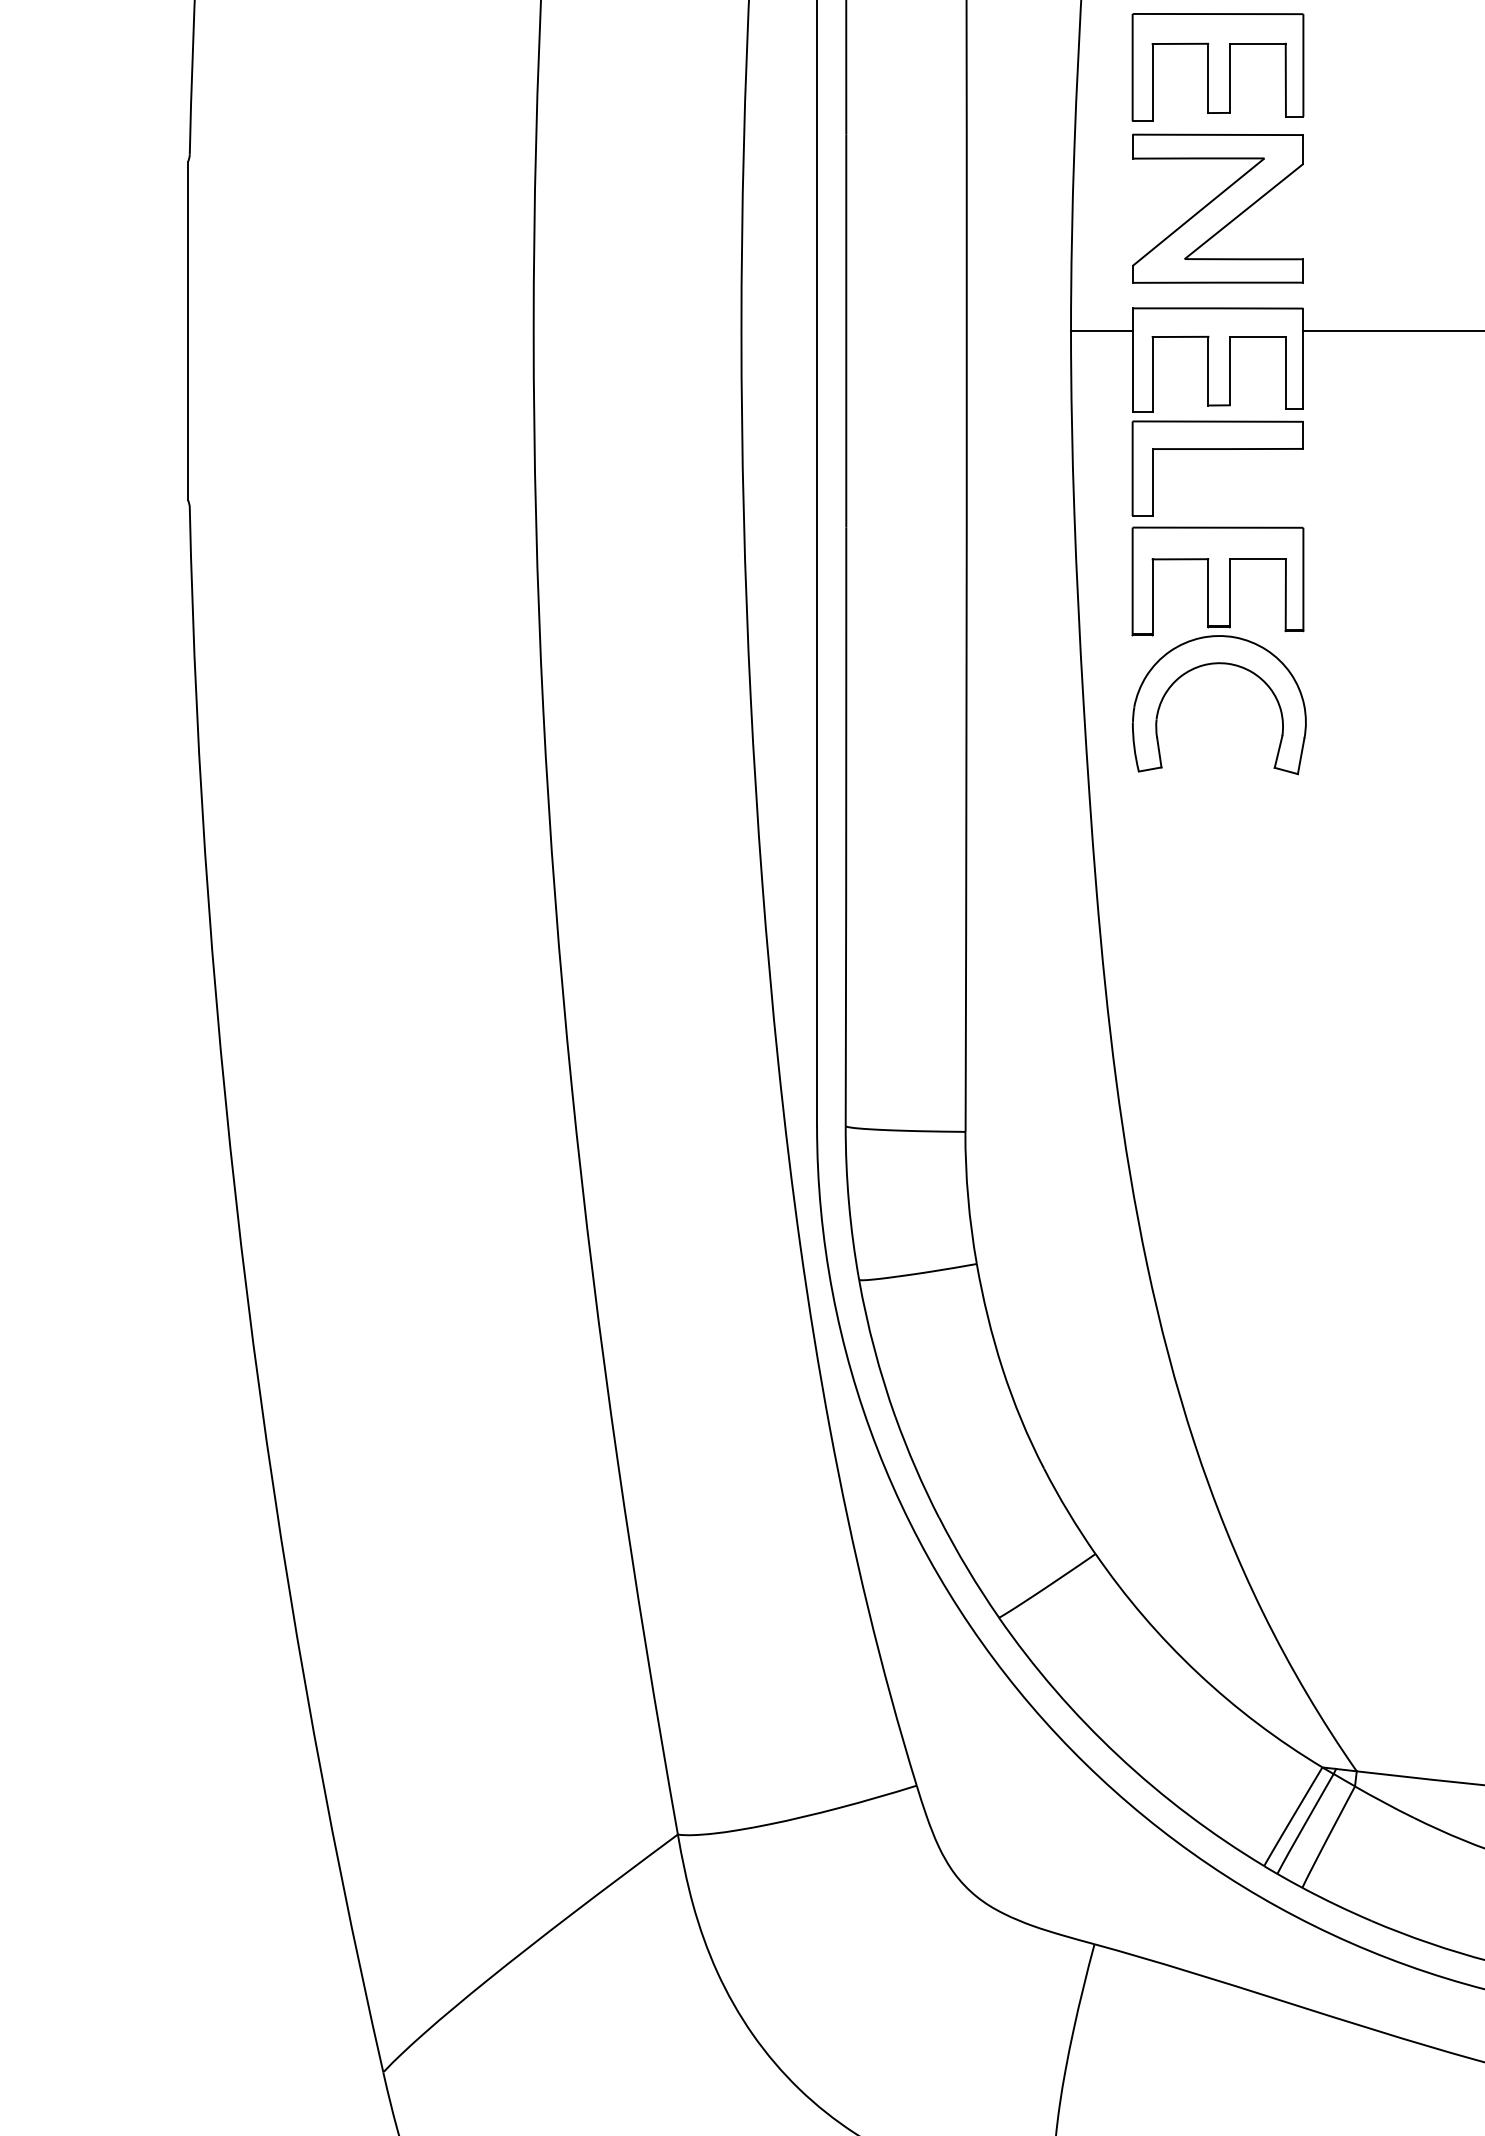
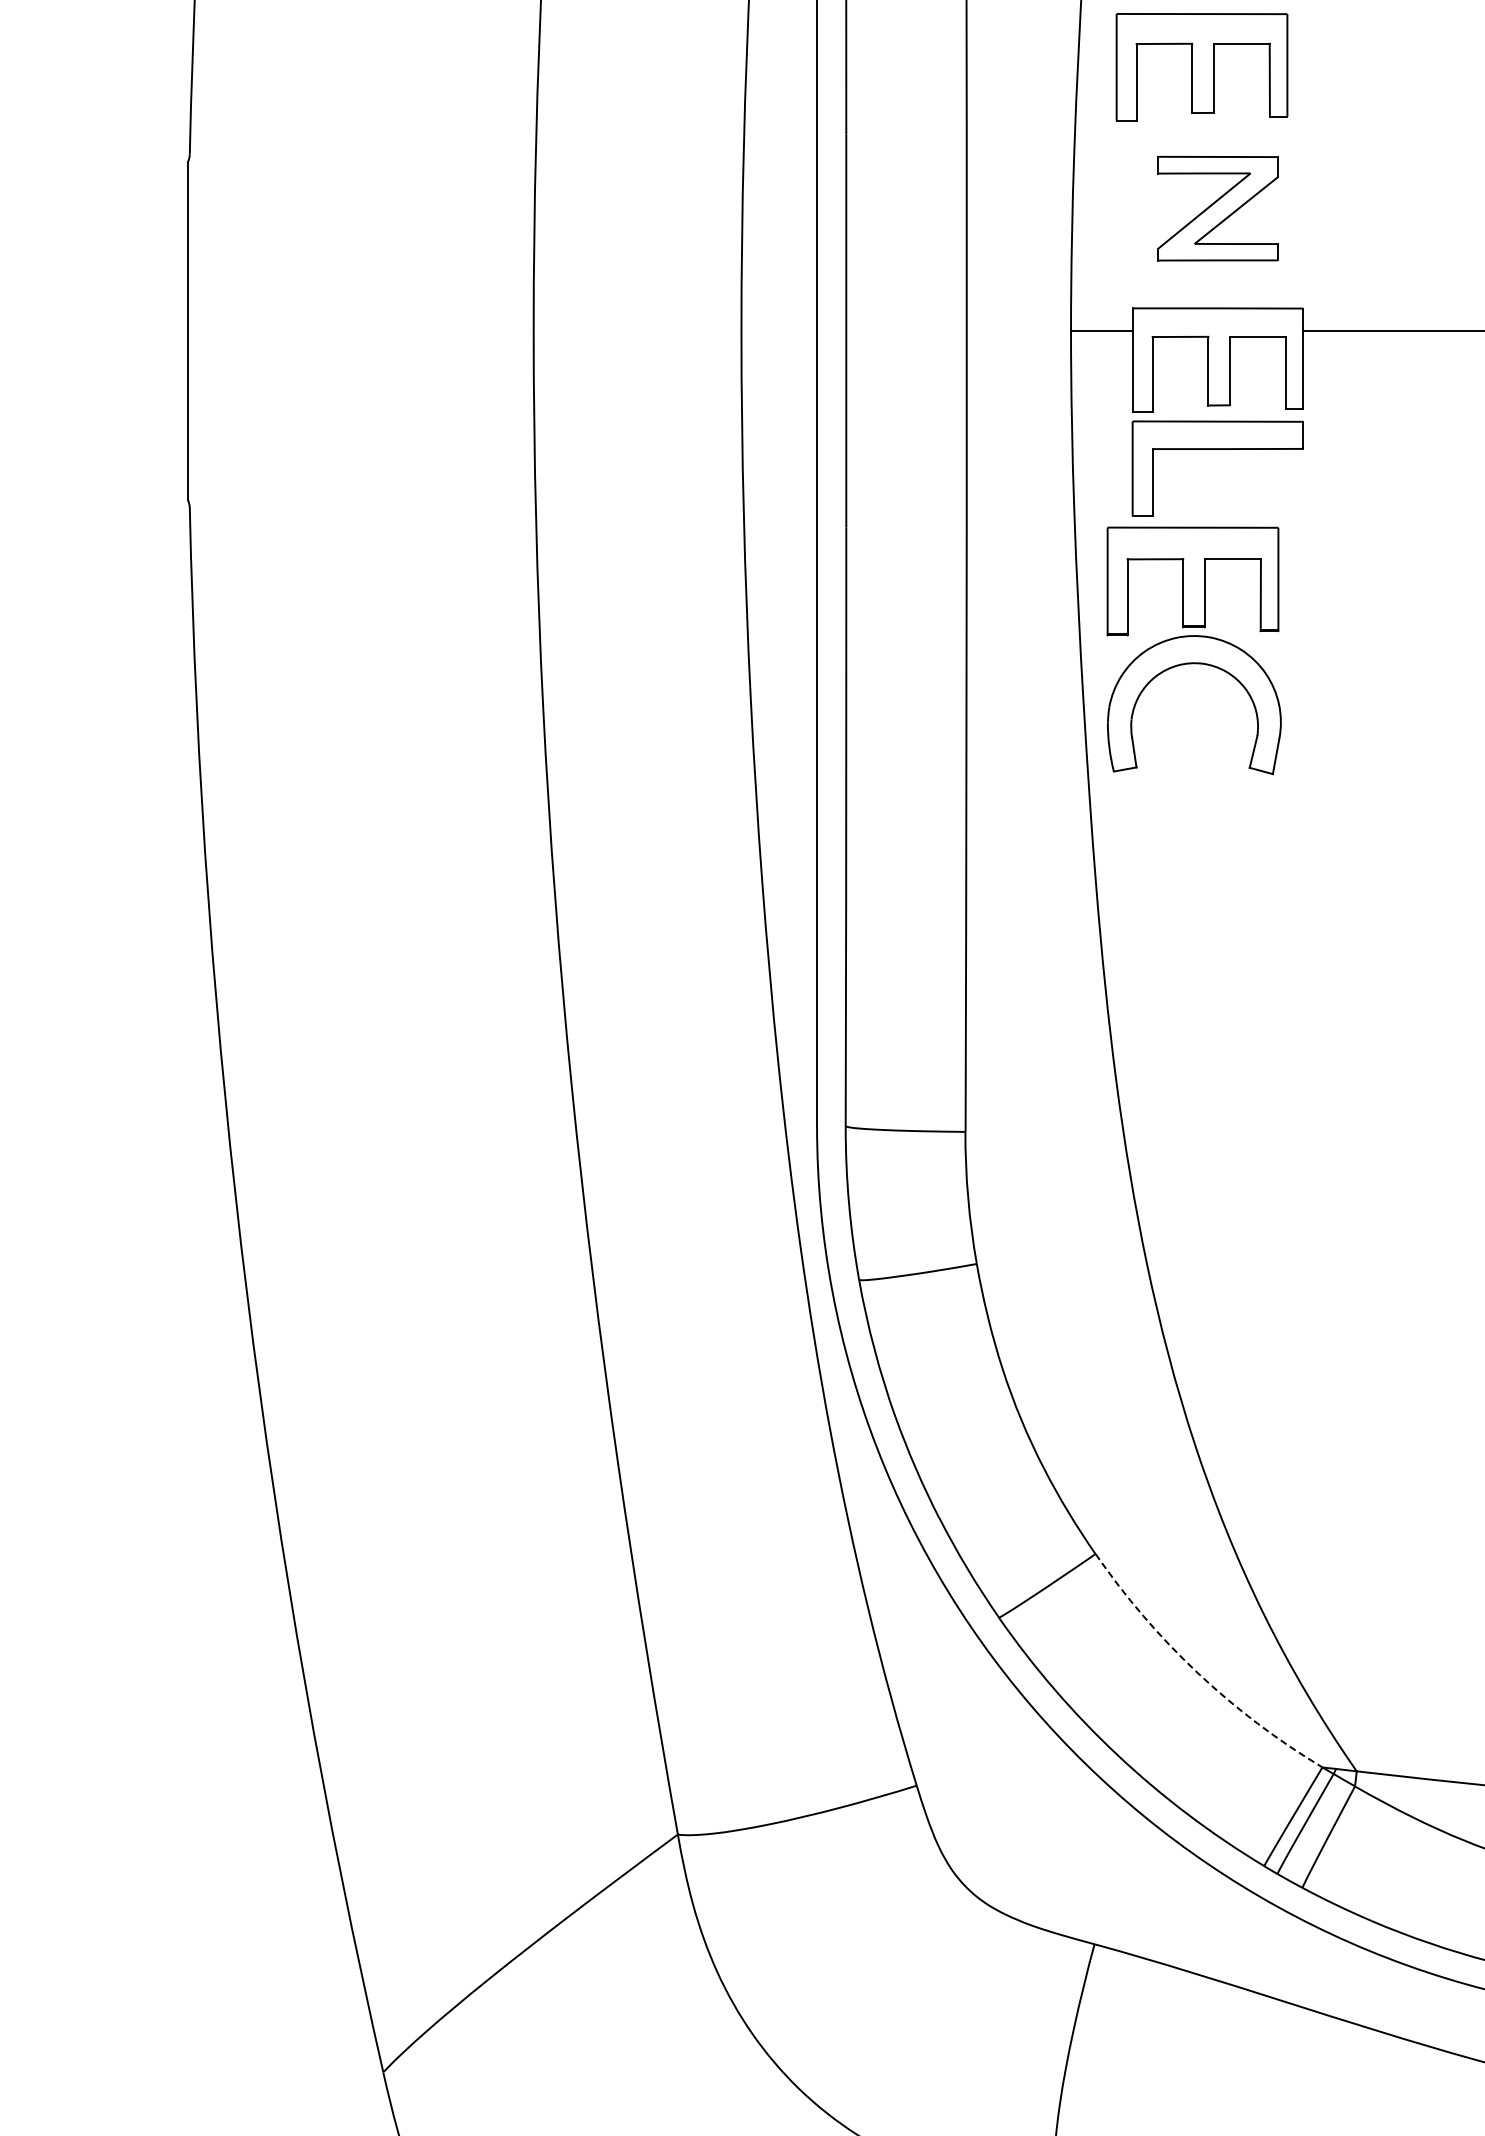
part at (1217, 67) position: (1217, 67) -> (1201, 67)
part at (1217, 208) size: 172x151 px -> 122x107 px
part at (1218, 650) position: (1218, 650) -> (1193, 650)
arc at (1197, 1672): solid -> dashed
